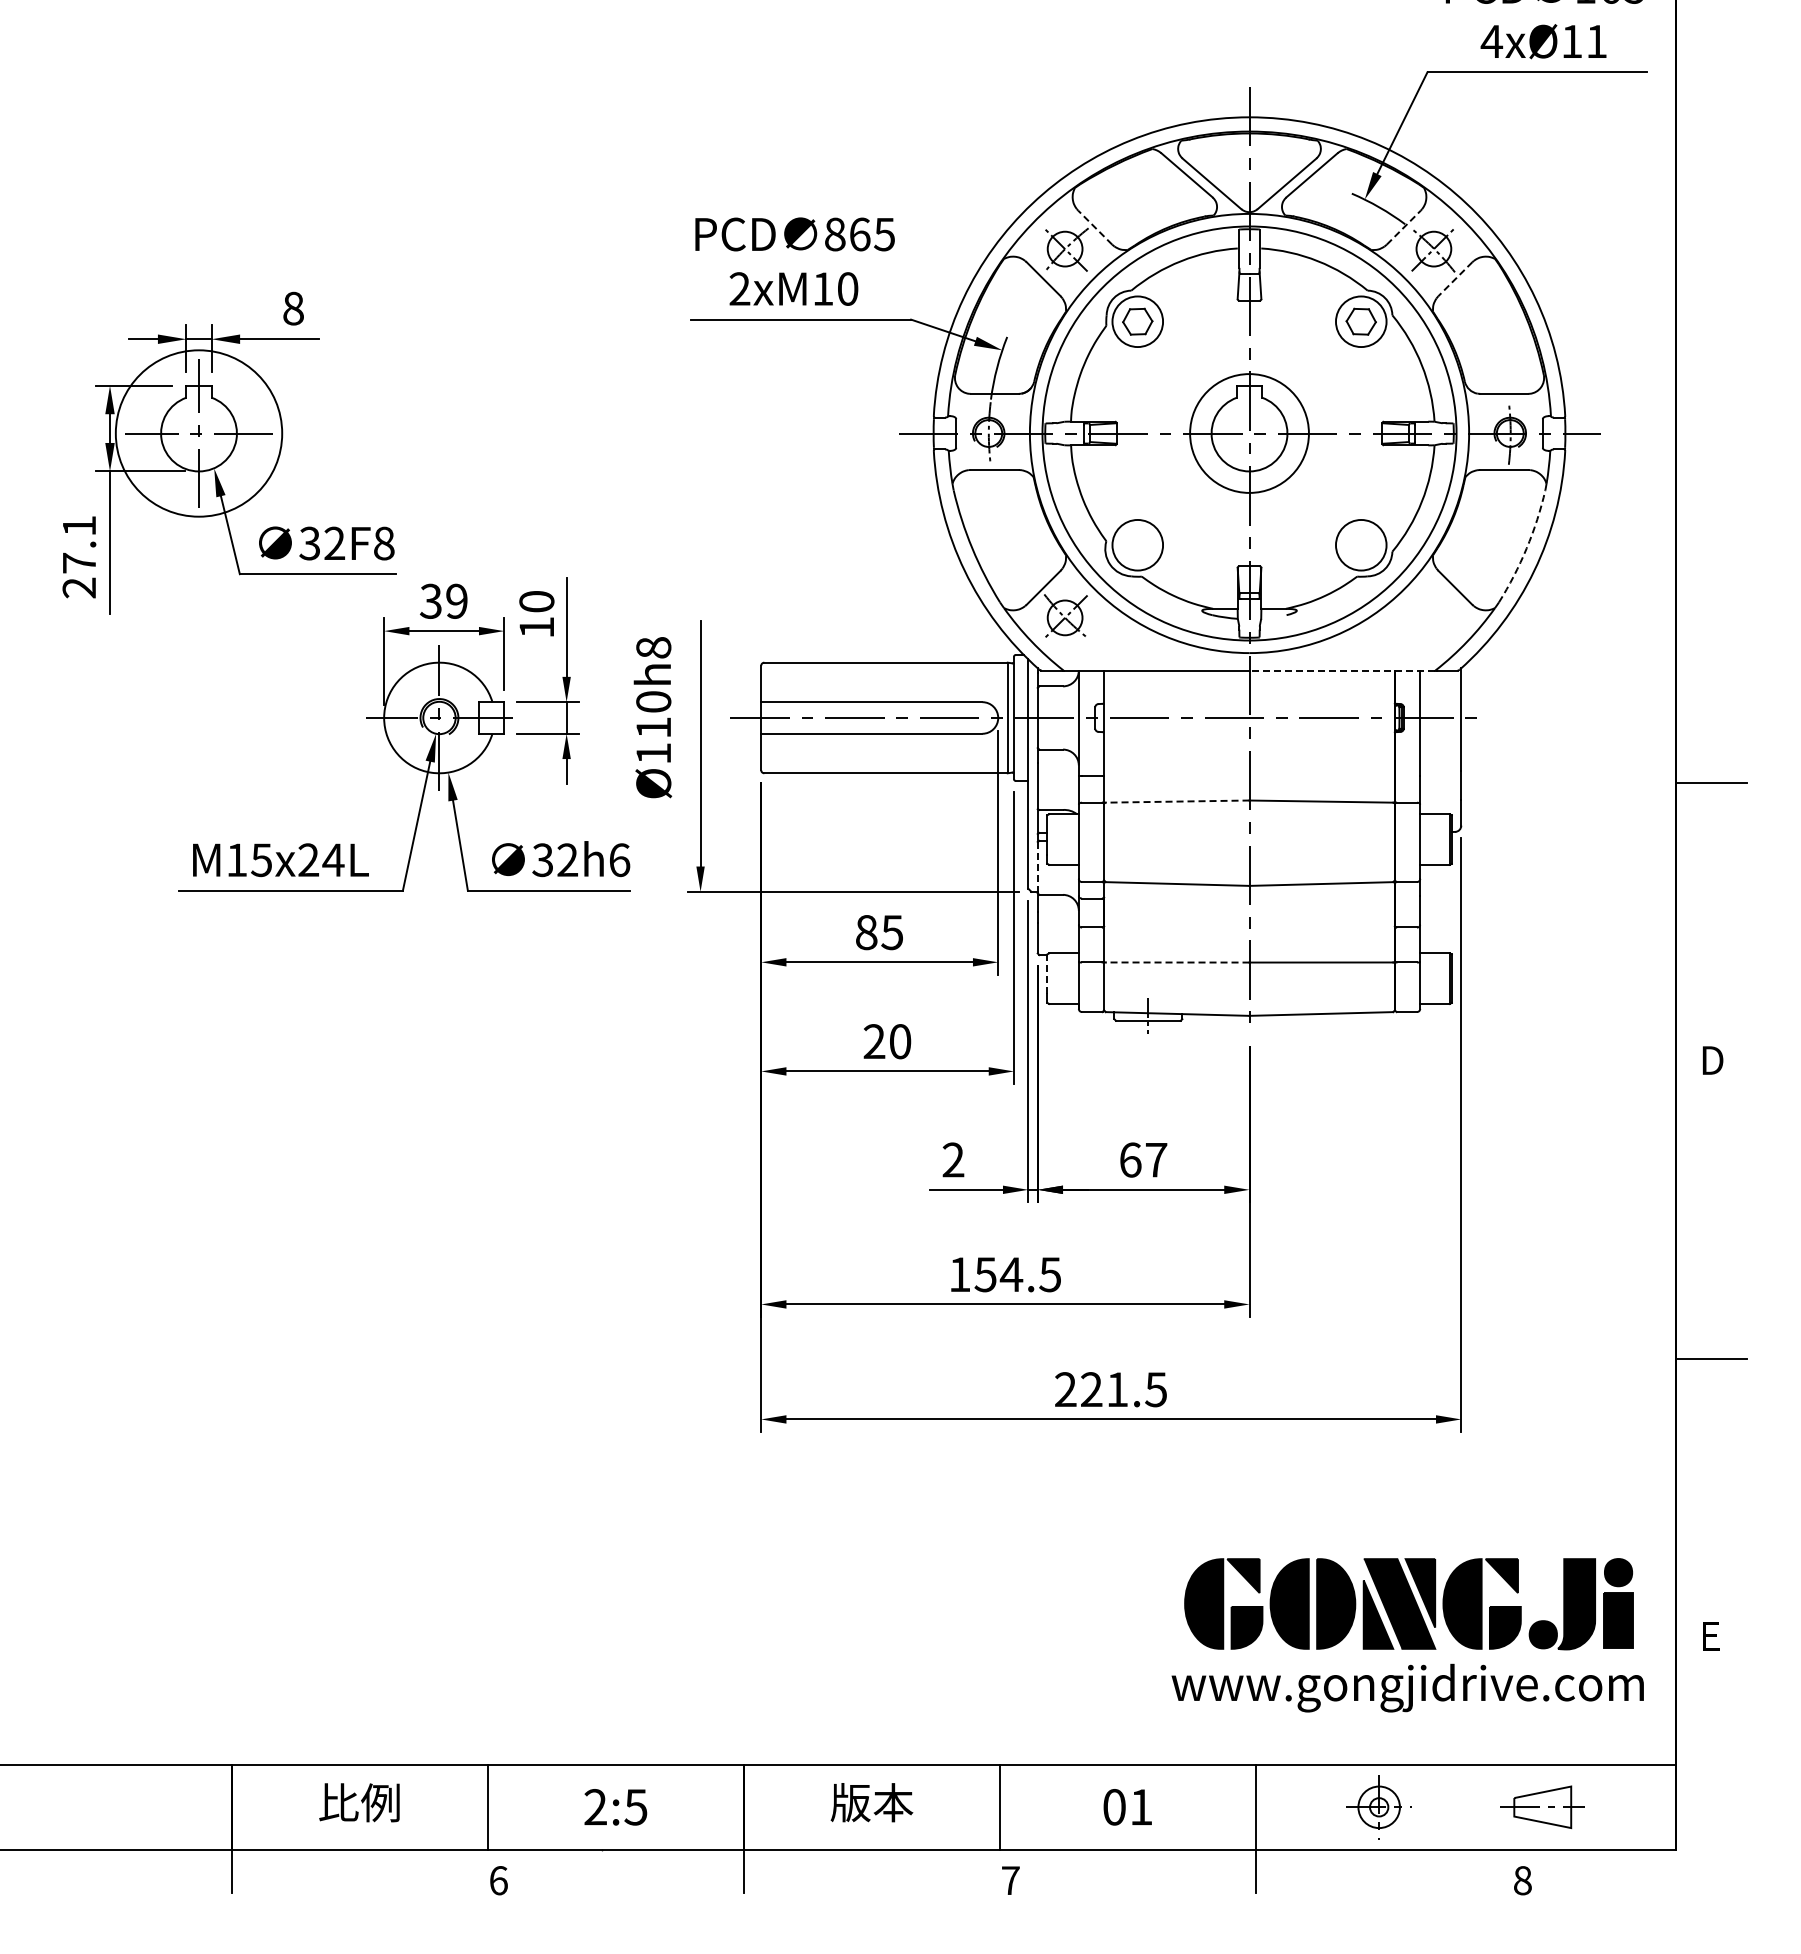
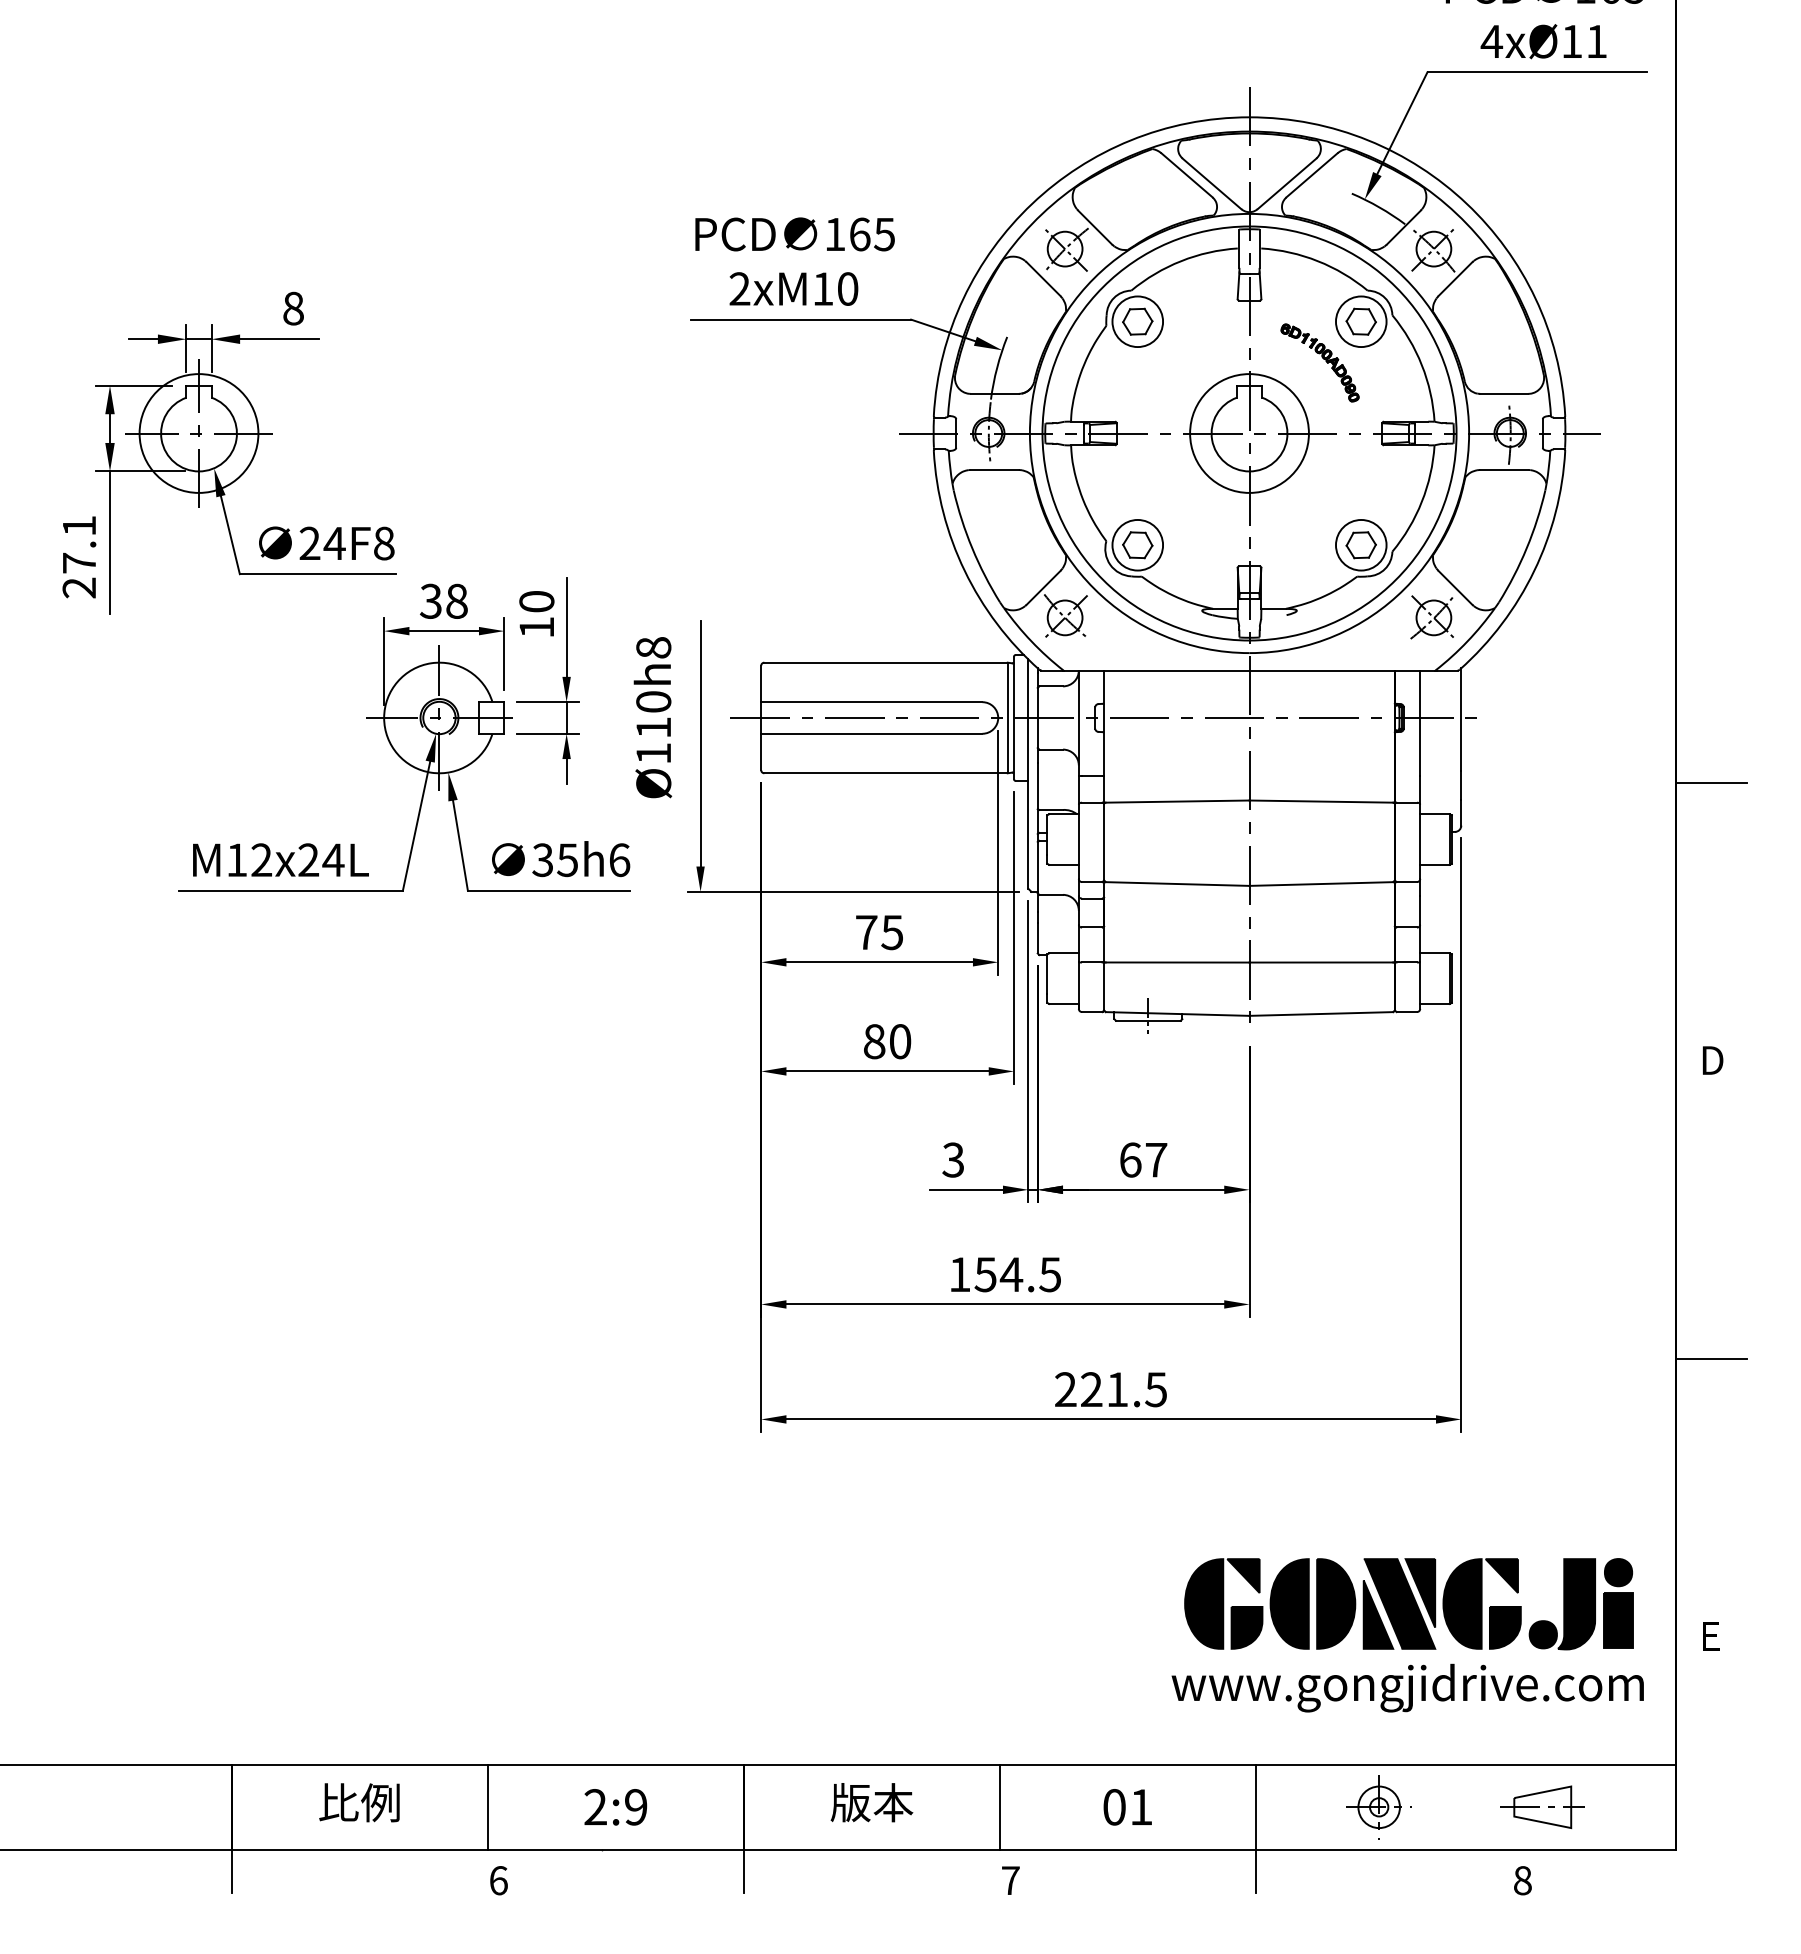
line at (1094, 227): dashed -> solid
line at (1404, 227): dashed -> solid
text at (835, 234): 865 -> 165
line at (1455, 279): dashed -> solid
part at (1319, 362): none -> present
circle at (198, 433) diameter: 166 px -> 119 px
text at (322, 543): 32F8 -> 24F8
part at (1137, 545): none -> present
part at (1360, 545): none -> present
arc at (1526, 548): dashed -> solid
text at (456, 600): 39 -> 38
part at (1431, 617): none -> present
line at (1342, 670): dashed -> solid
line at (1177, 801): dashed -> solid
text at (261, 860): M15x24L -> M12x24L
text at (567, 860): 32h6 -> 35h6
line at (1037, 867): dashed -> solid
text at (866, 932): 85 -> 75
line at (1177, 962): dashed -> solid
line at (1047, 974): dashed -> solid
text at (874, 1041): 20 -> 80
text at (953, 1160): 2 -> 3
text at (635, 1807): 2:5 -> 2:9
